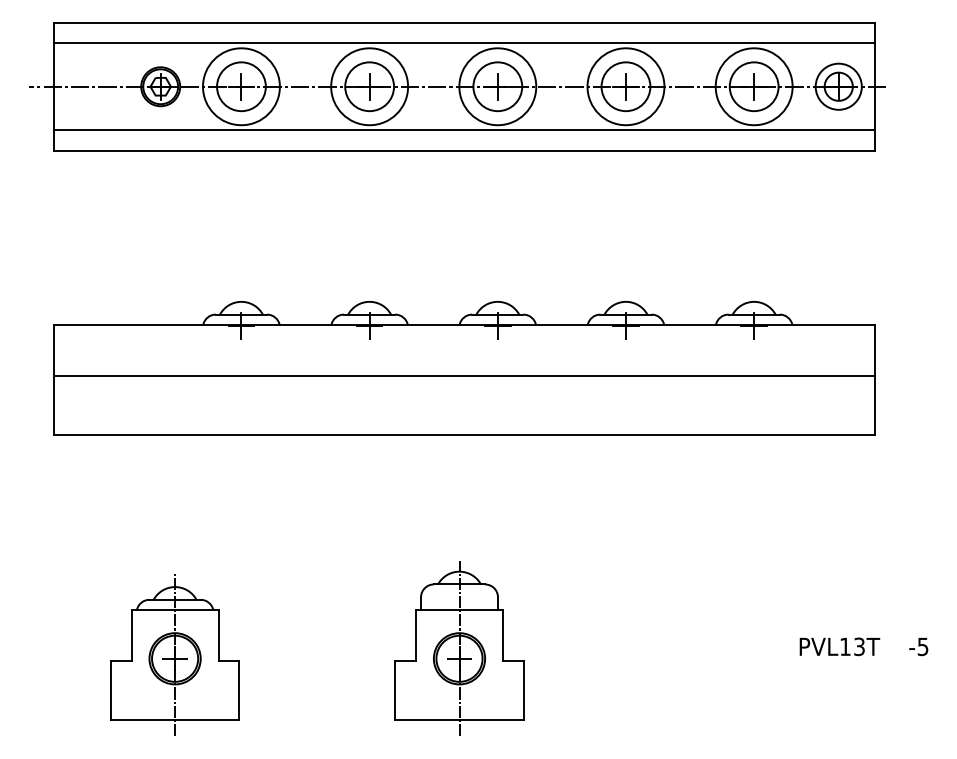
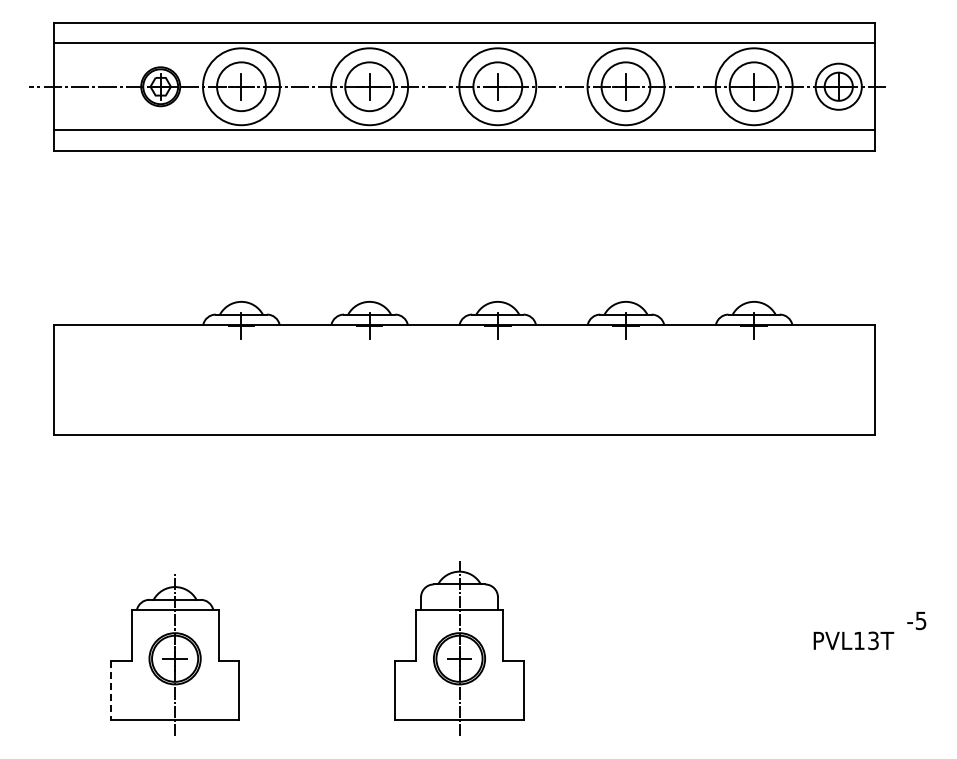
line at (464, 376): present -> none
text at (839, 646) position: (839, 646) -> (853, 640)
text at (918, 647) position: (918, 647) -> (916, 621)
line at (111, 691): solid -> dashed
